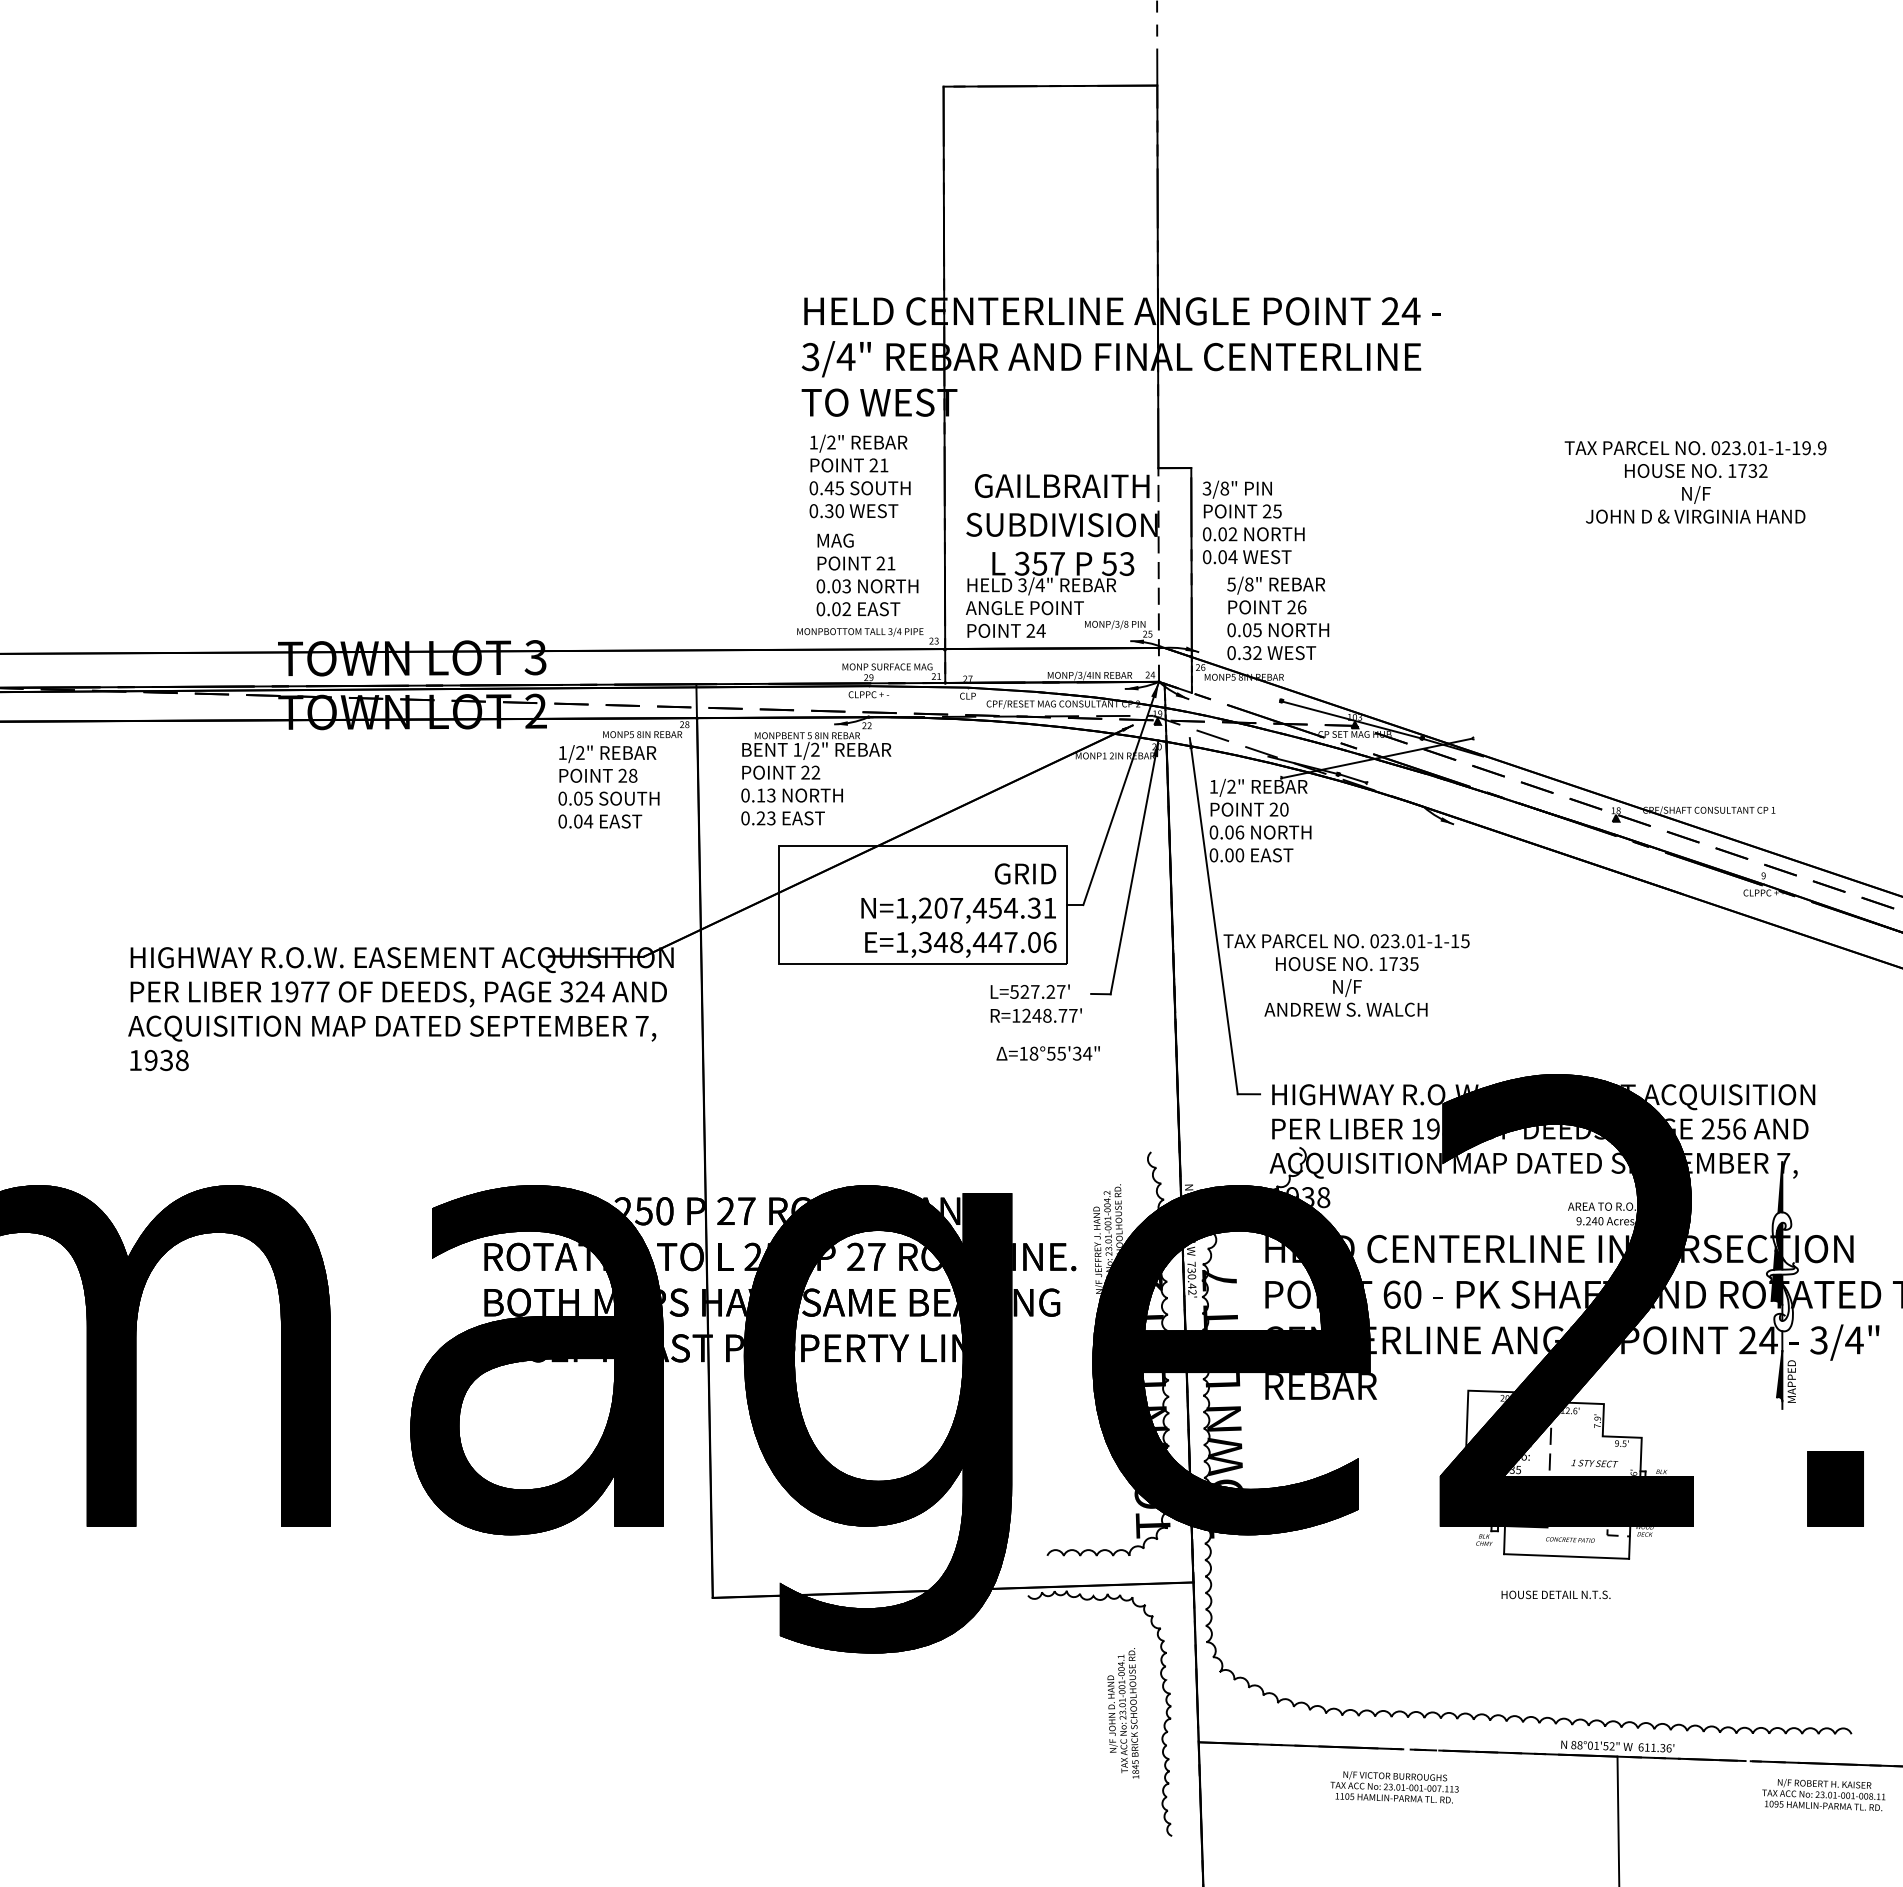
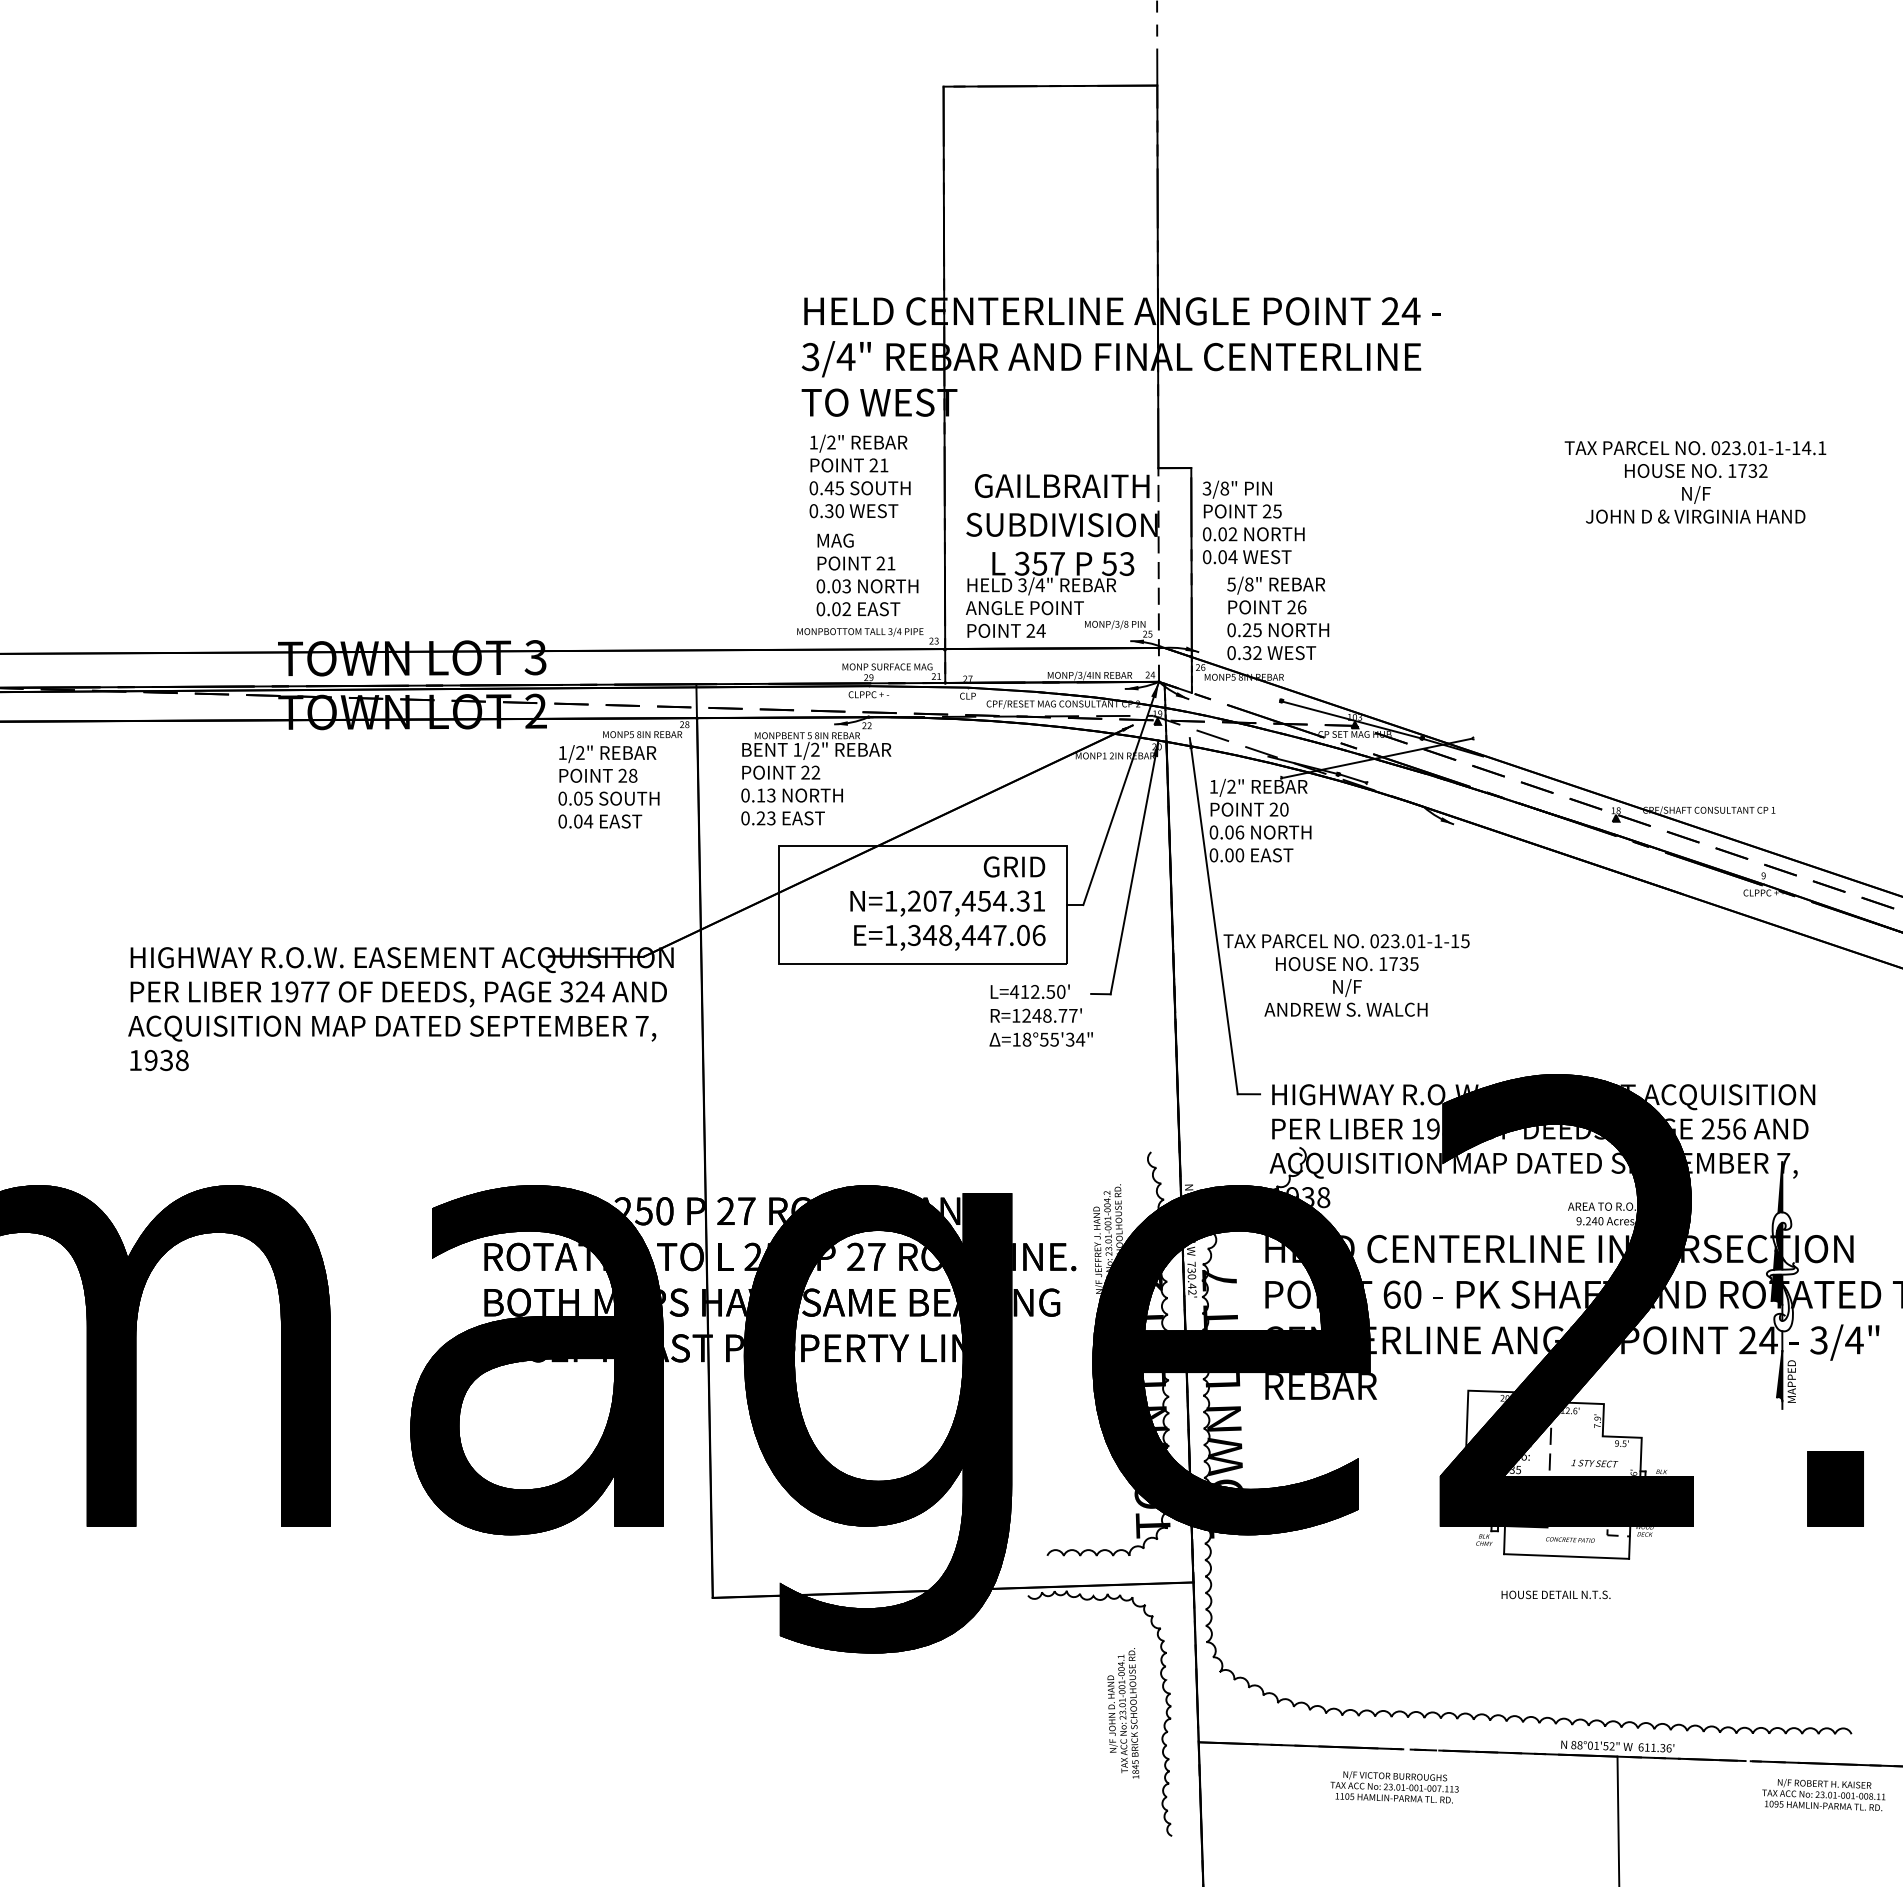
text at (1813, 448): 023.01-1-19.9 -> 023.01-1-14.1
text at (1246, 630): 0.05 -> 0.25
text at (958, 910) position: (958, 910) -> (947, 903)
text at (1037, 991): L=527.27' -> L=412.50'
text at (1047, 1053) position: (1047, 1053) -> (1040, 1039)
